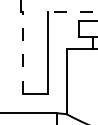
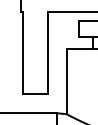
line at (72, 12): dashed -> solid
line at (22, 53): dashed -> solid
